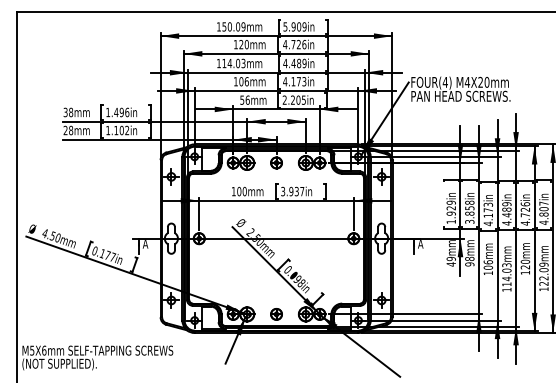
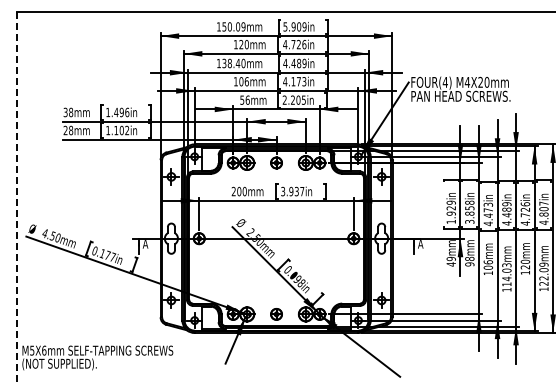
text at (233, 63): 114.03mm -> 138.40mm
text at (233, 190): 100mm -> 200mm
line at (16, 197): solid -> dashed
text at (487, 215): 4.173in -> 4.473in
